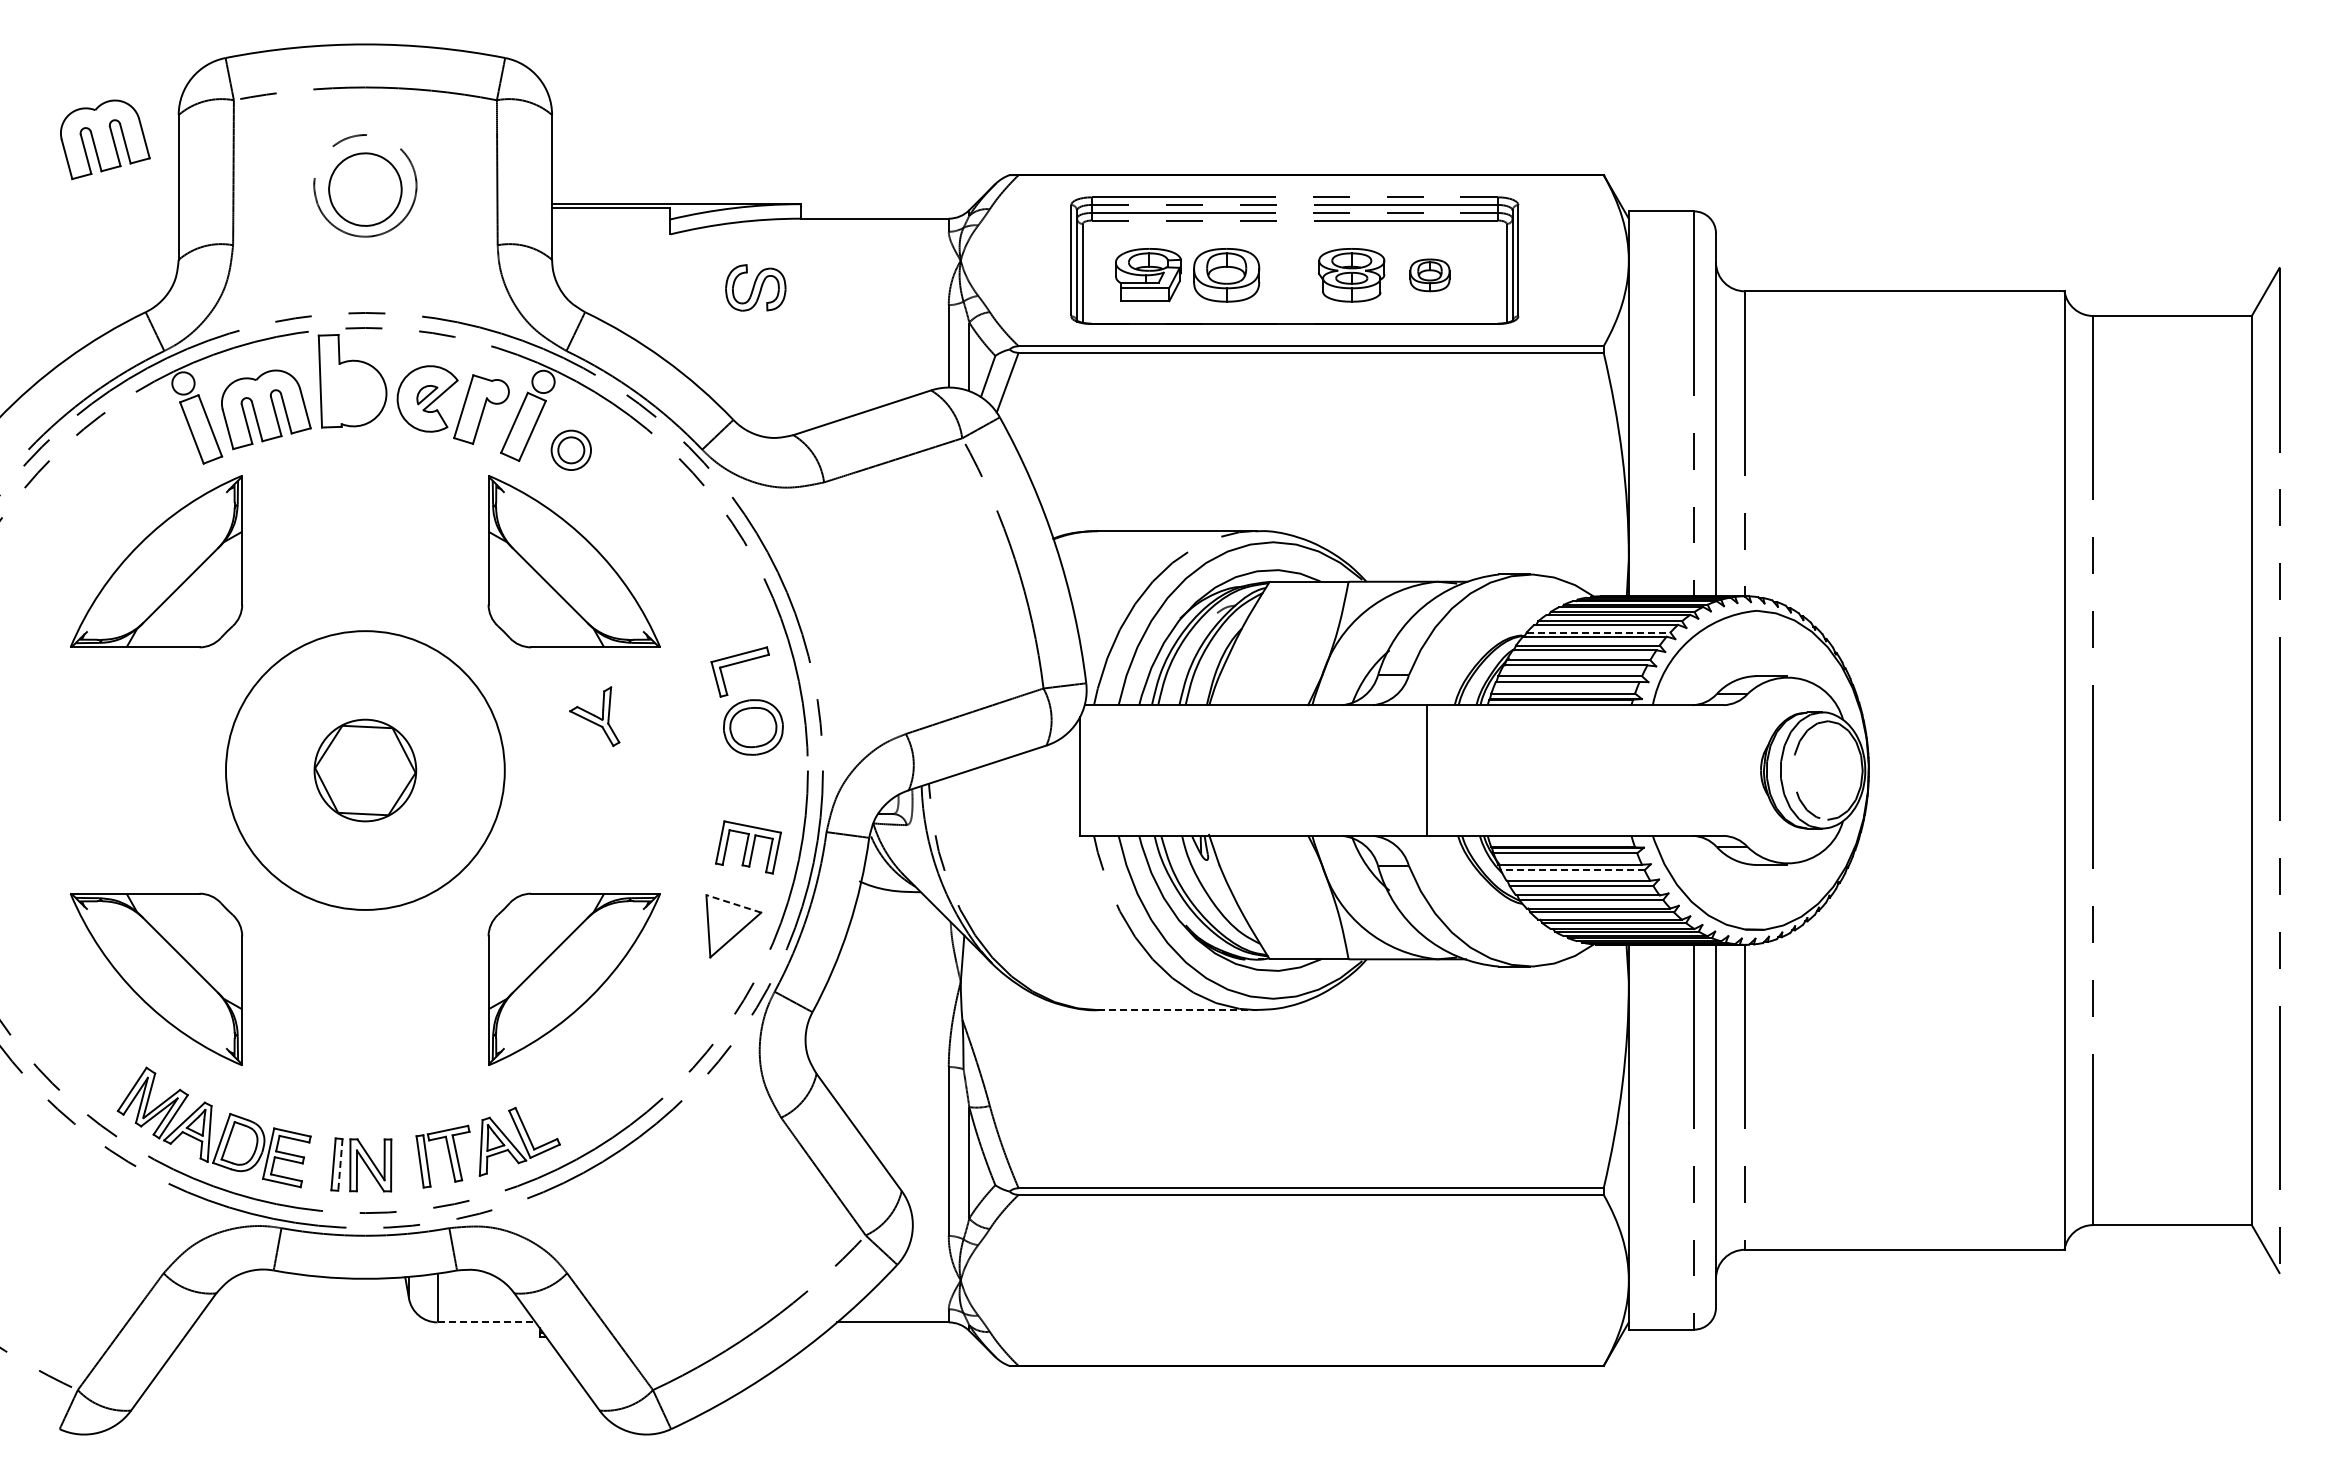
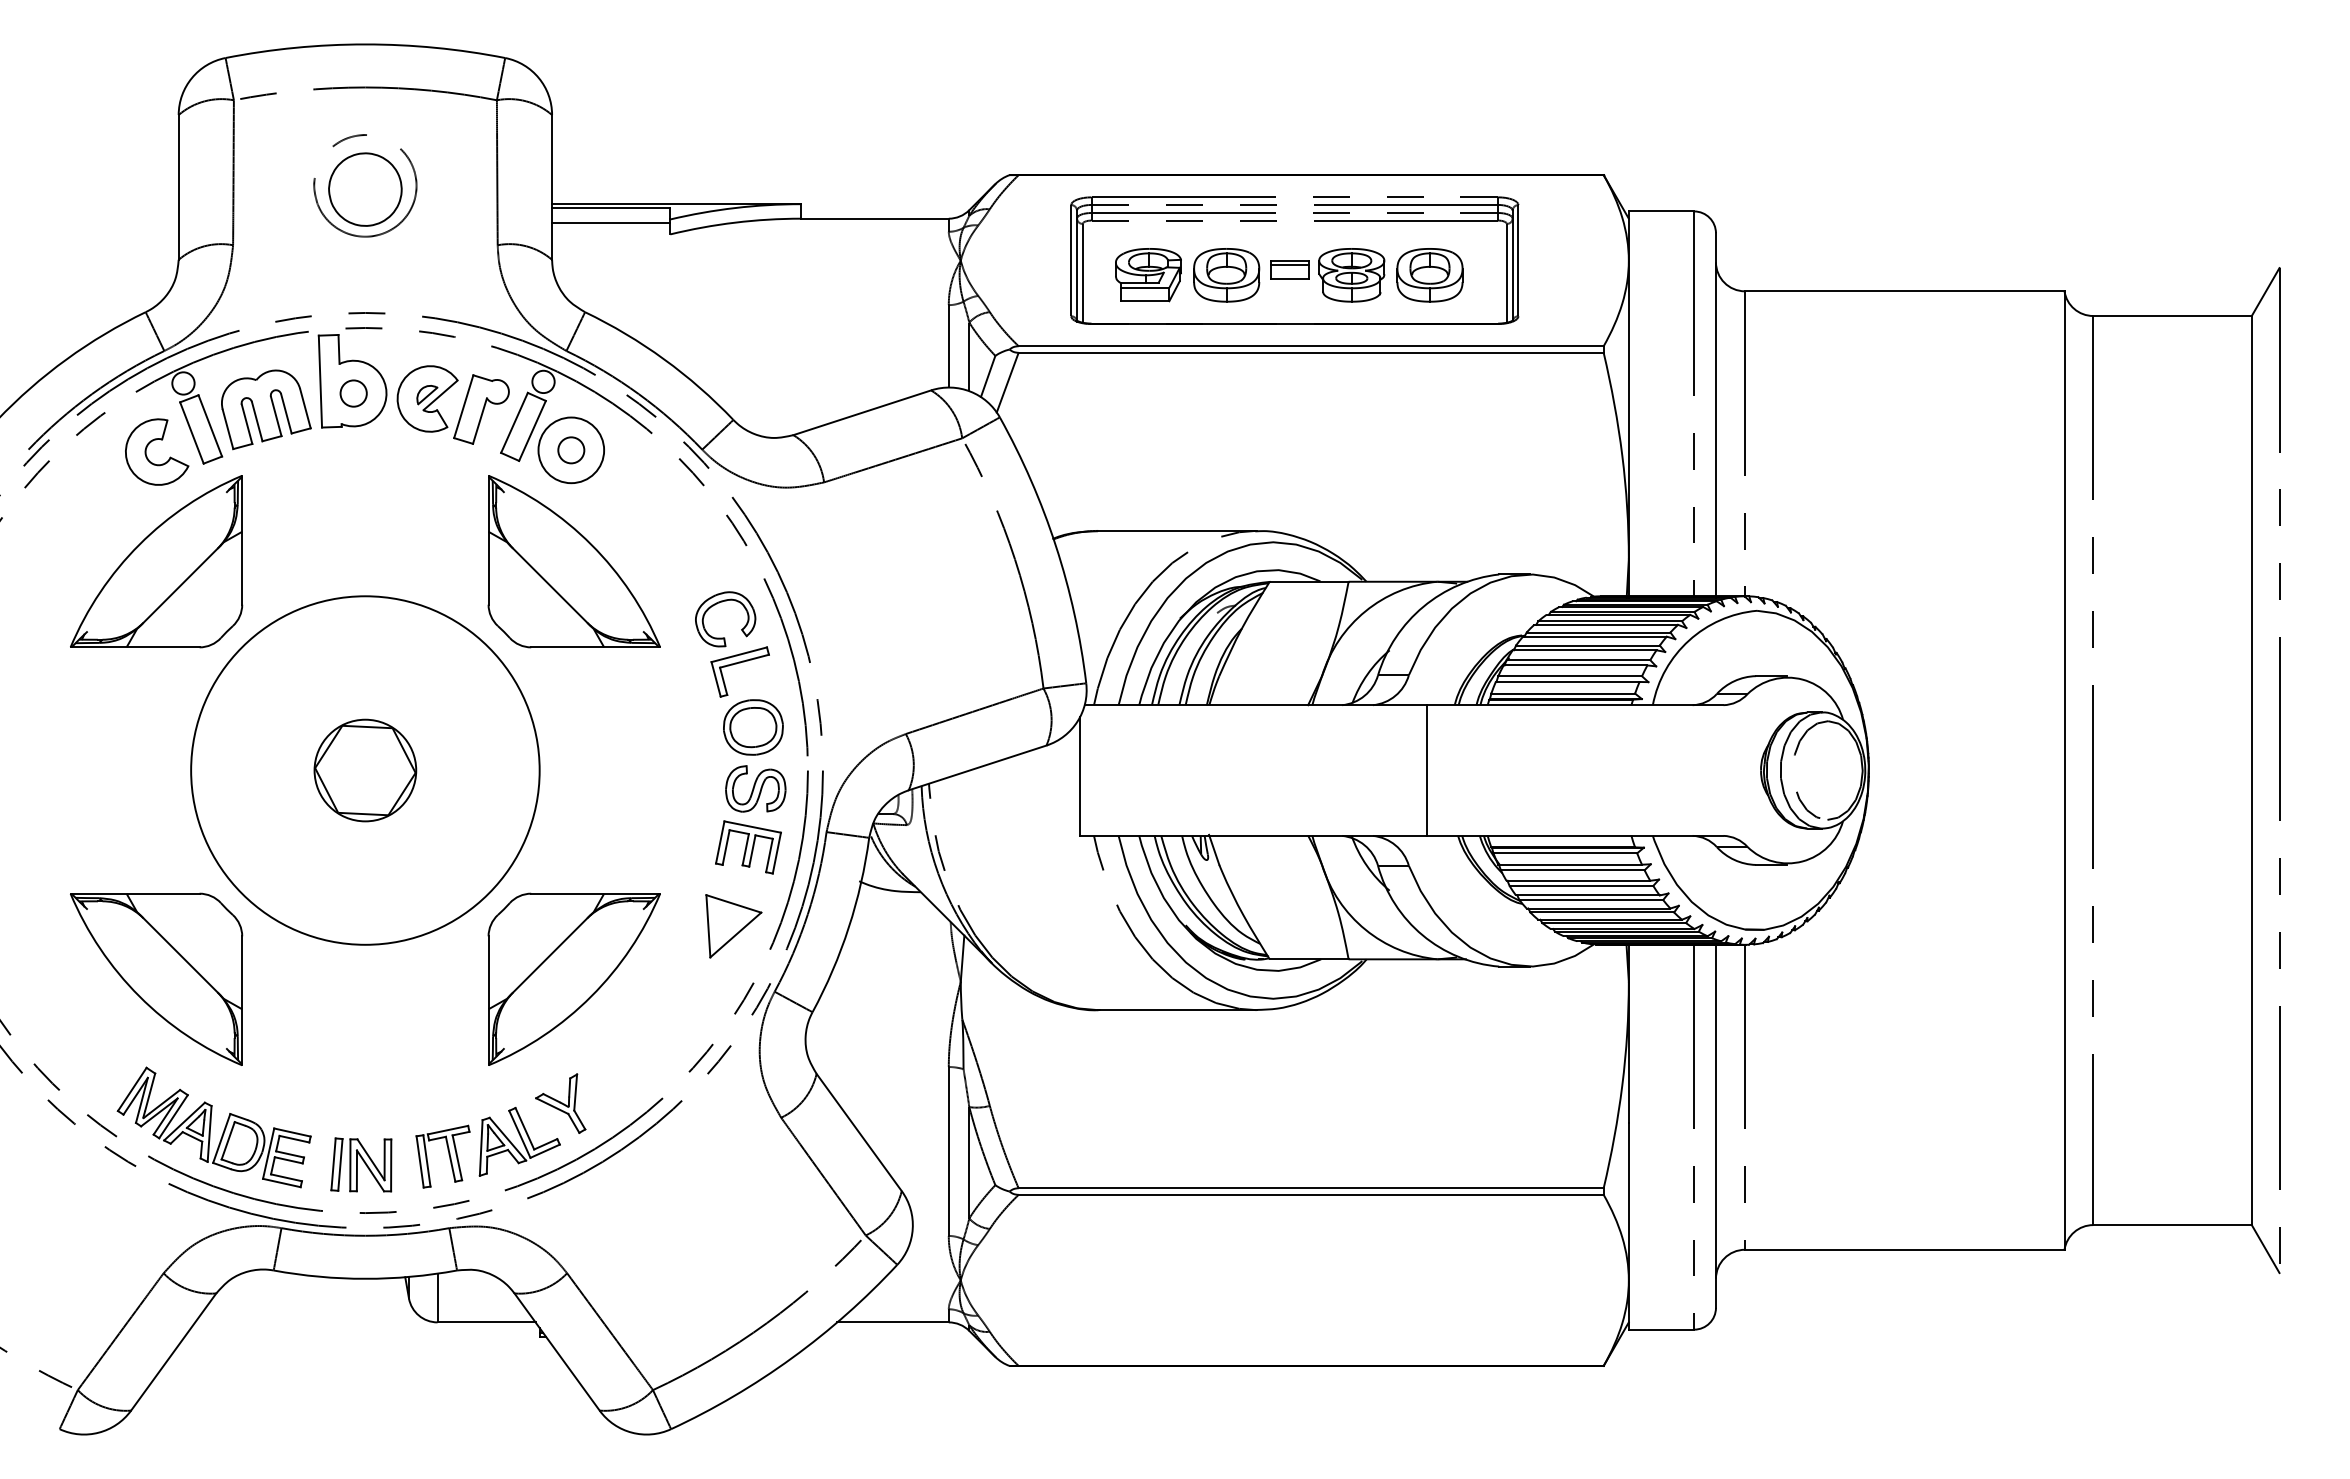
part at (105, 139): present -> none
line at (611, 222): none -> present
part at (1289, 269): none -> present
part at (1429, 275) size: 42x35 px -> 68x55 px
part at (755, 287) position: (755, 287) -> (755, 788)
circle at (353, 393): none -> present
part at (150, 443): none -> present
circle at (571, 450) diameter: 39 px -> 66 px
part at (717, 604): none -> present
line at (1598, 632): dashed -> solid
part at (594, 716) position: (594, 716) -> (560, 1103)
circle at (365, 770) diameter: 279 px -> 349 px
line at (1572, 870): dashed -> solid
line at (733, 903): dashed -> solid
line at (1178, 1010): dashed -> solid
line at (340, 1164): dashed -> solid
line at (486, 1322): dashed -> solid
